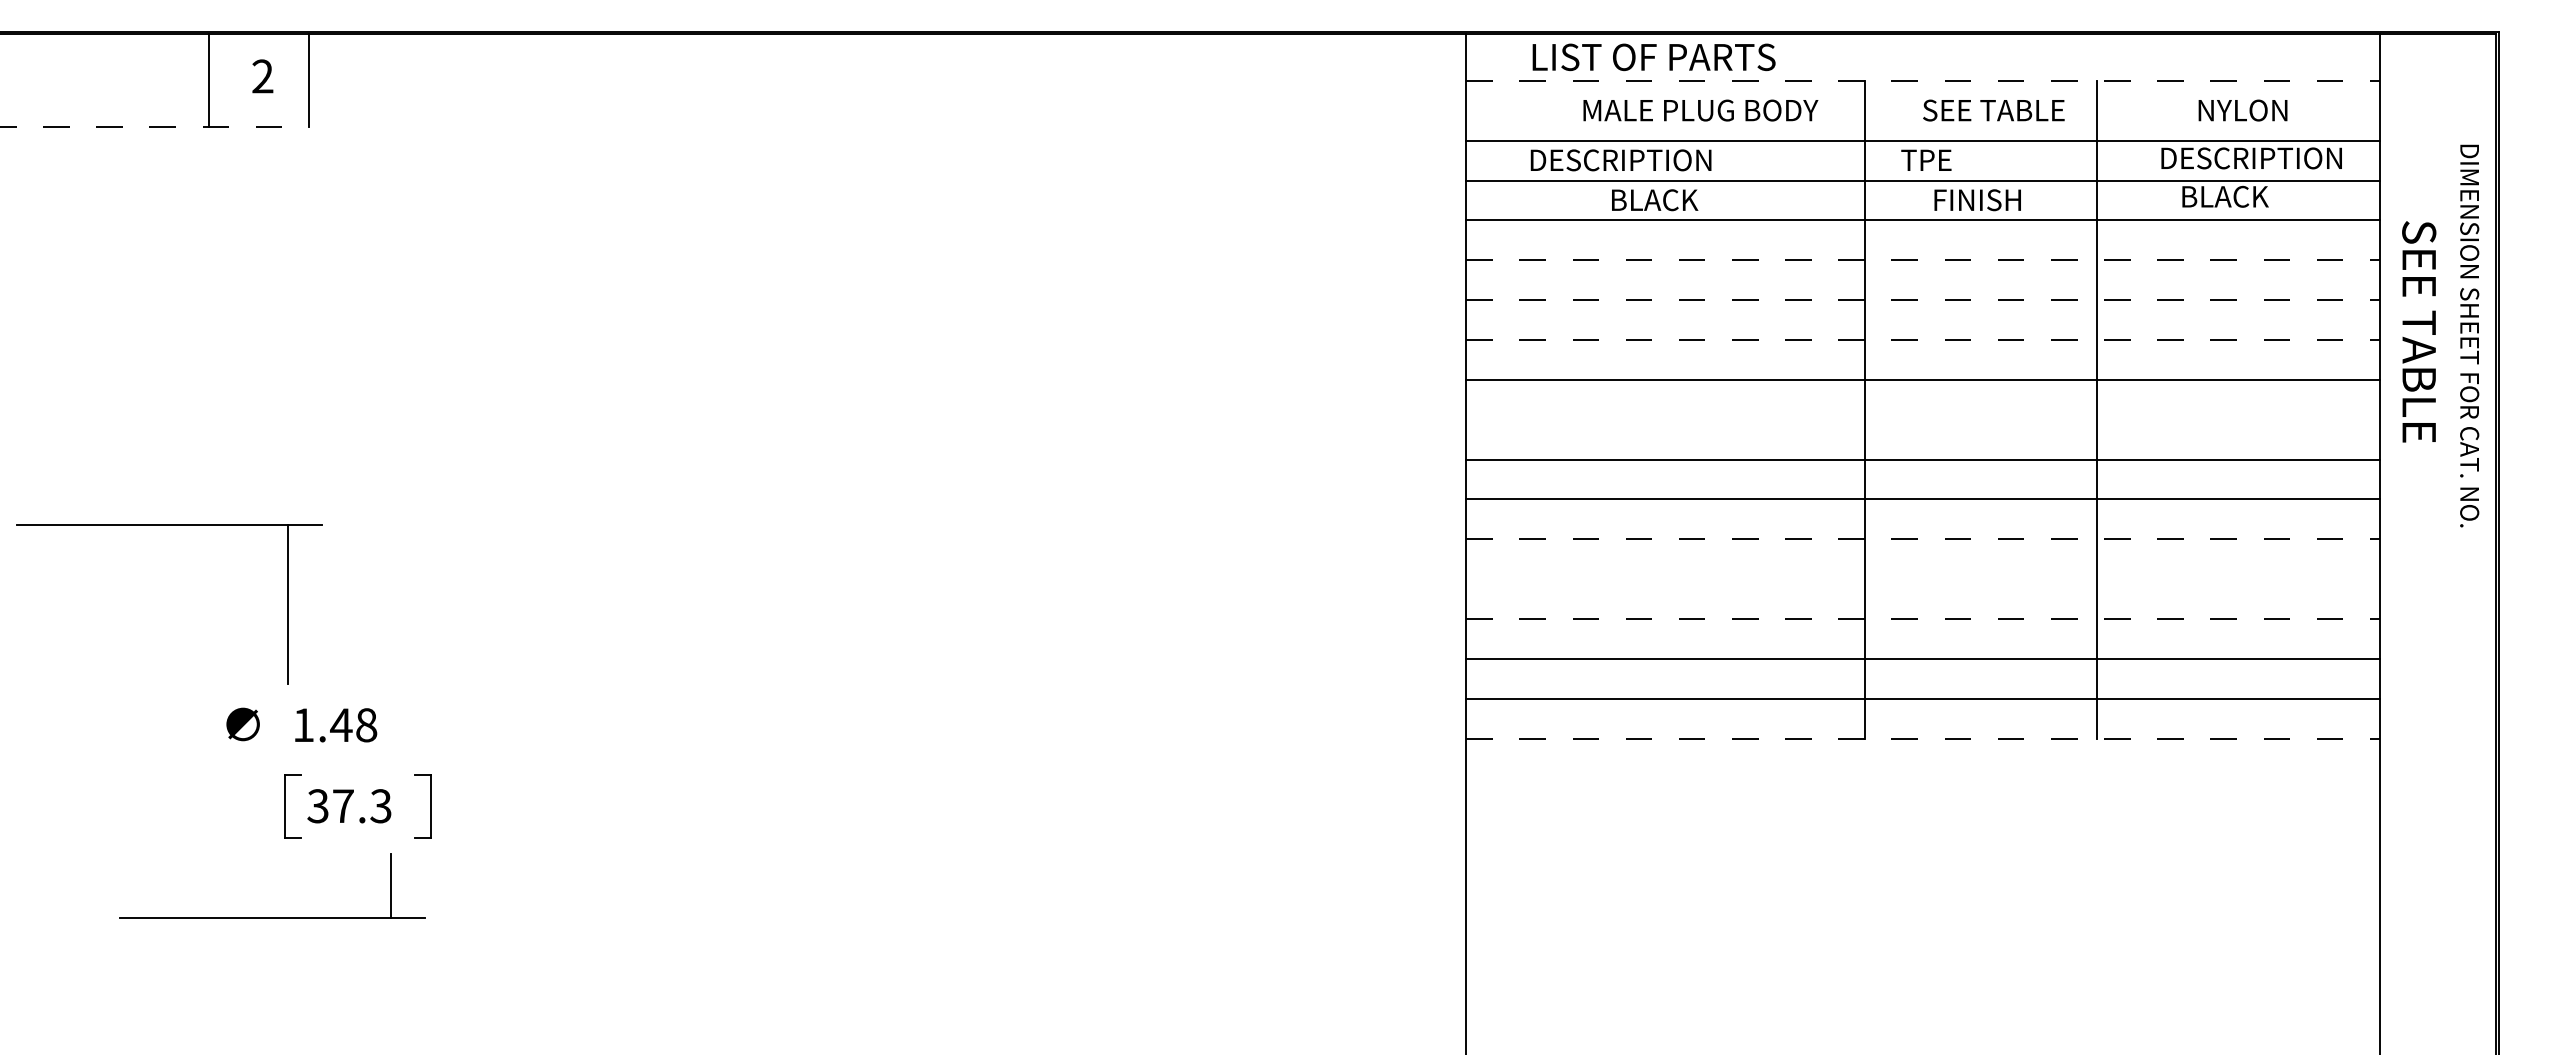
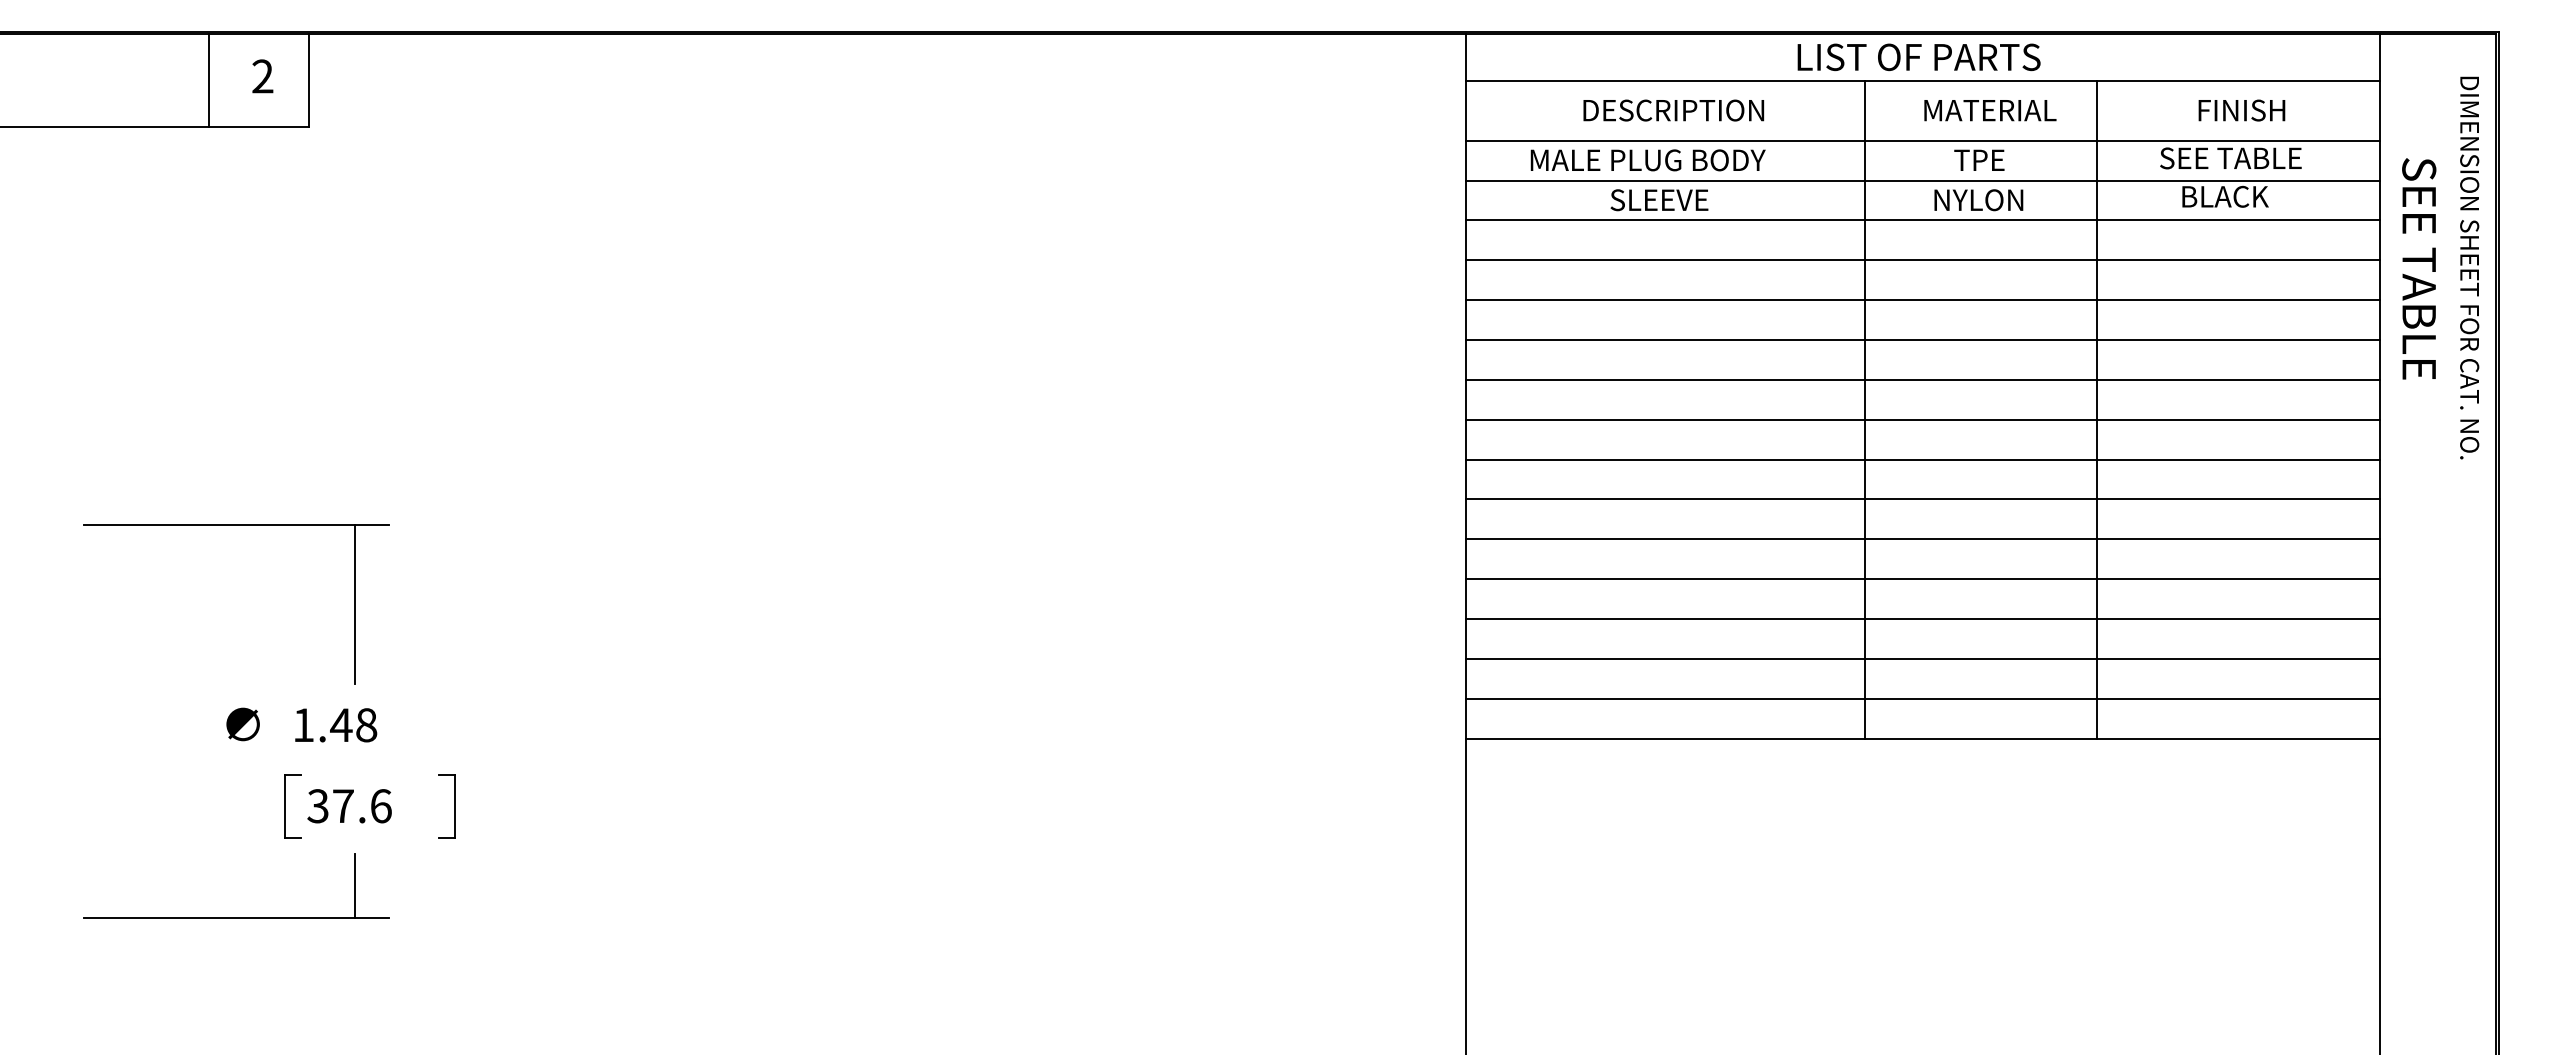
text at (1653, 57) position: (1653, 57) -> (1918, 57)
line at (1923, 80): dashed -> solid
text at (1701, 110): MALE PLUG BODY -> DESCRIPTION
text at (1993, 110): SEE TABLE -> MATERIAL
text at (2244, 110): NYLON -> FINISH
line at (155, 127): dashed -> solid
text at (2250, 158): DESCRIPTION -> SEE TABLE
text at (1926, 159) position: (1926, 159) -> (1979, 159)
text at (1649, 160): DESCRIPTION -> MALE PLUG BODY
text at (1979, 199): FINISH -> NYLON
text at (1659, 200): BLACK -> SLEEVE
line at (1923, 260): dashed -> solid
line at (1923, 300): dashed -> solid
text at (2419, 331) position: (2419, 331) -> (2419, 268)
text at (2469, 335) position: (2469, 335) -> (2469, 267)
line at (1923, 340): dashed -> solid
line at (1922, 419): none -> present
part at (169, 525) position: (169, 525) -> (236, 525)
line at (1923, 539): dashed -> solid
line at (1922, 579): none -> present
line at (1923, 619): dashed -> solid
line at (1923, 738): dashed -> solid
text at (380, 806): 37.3 -> 37.6
part at (430, 806) position: (430, 806) -> (454, 806)
part at (272, 917) position: (272, 917) -> (236, 917)
